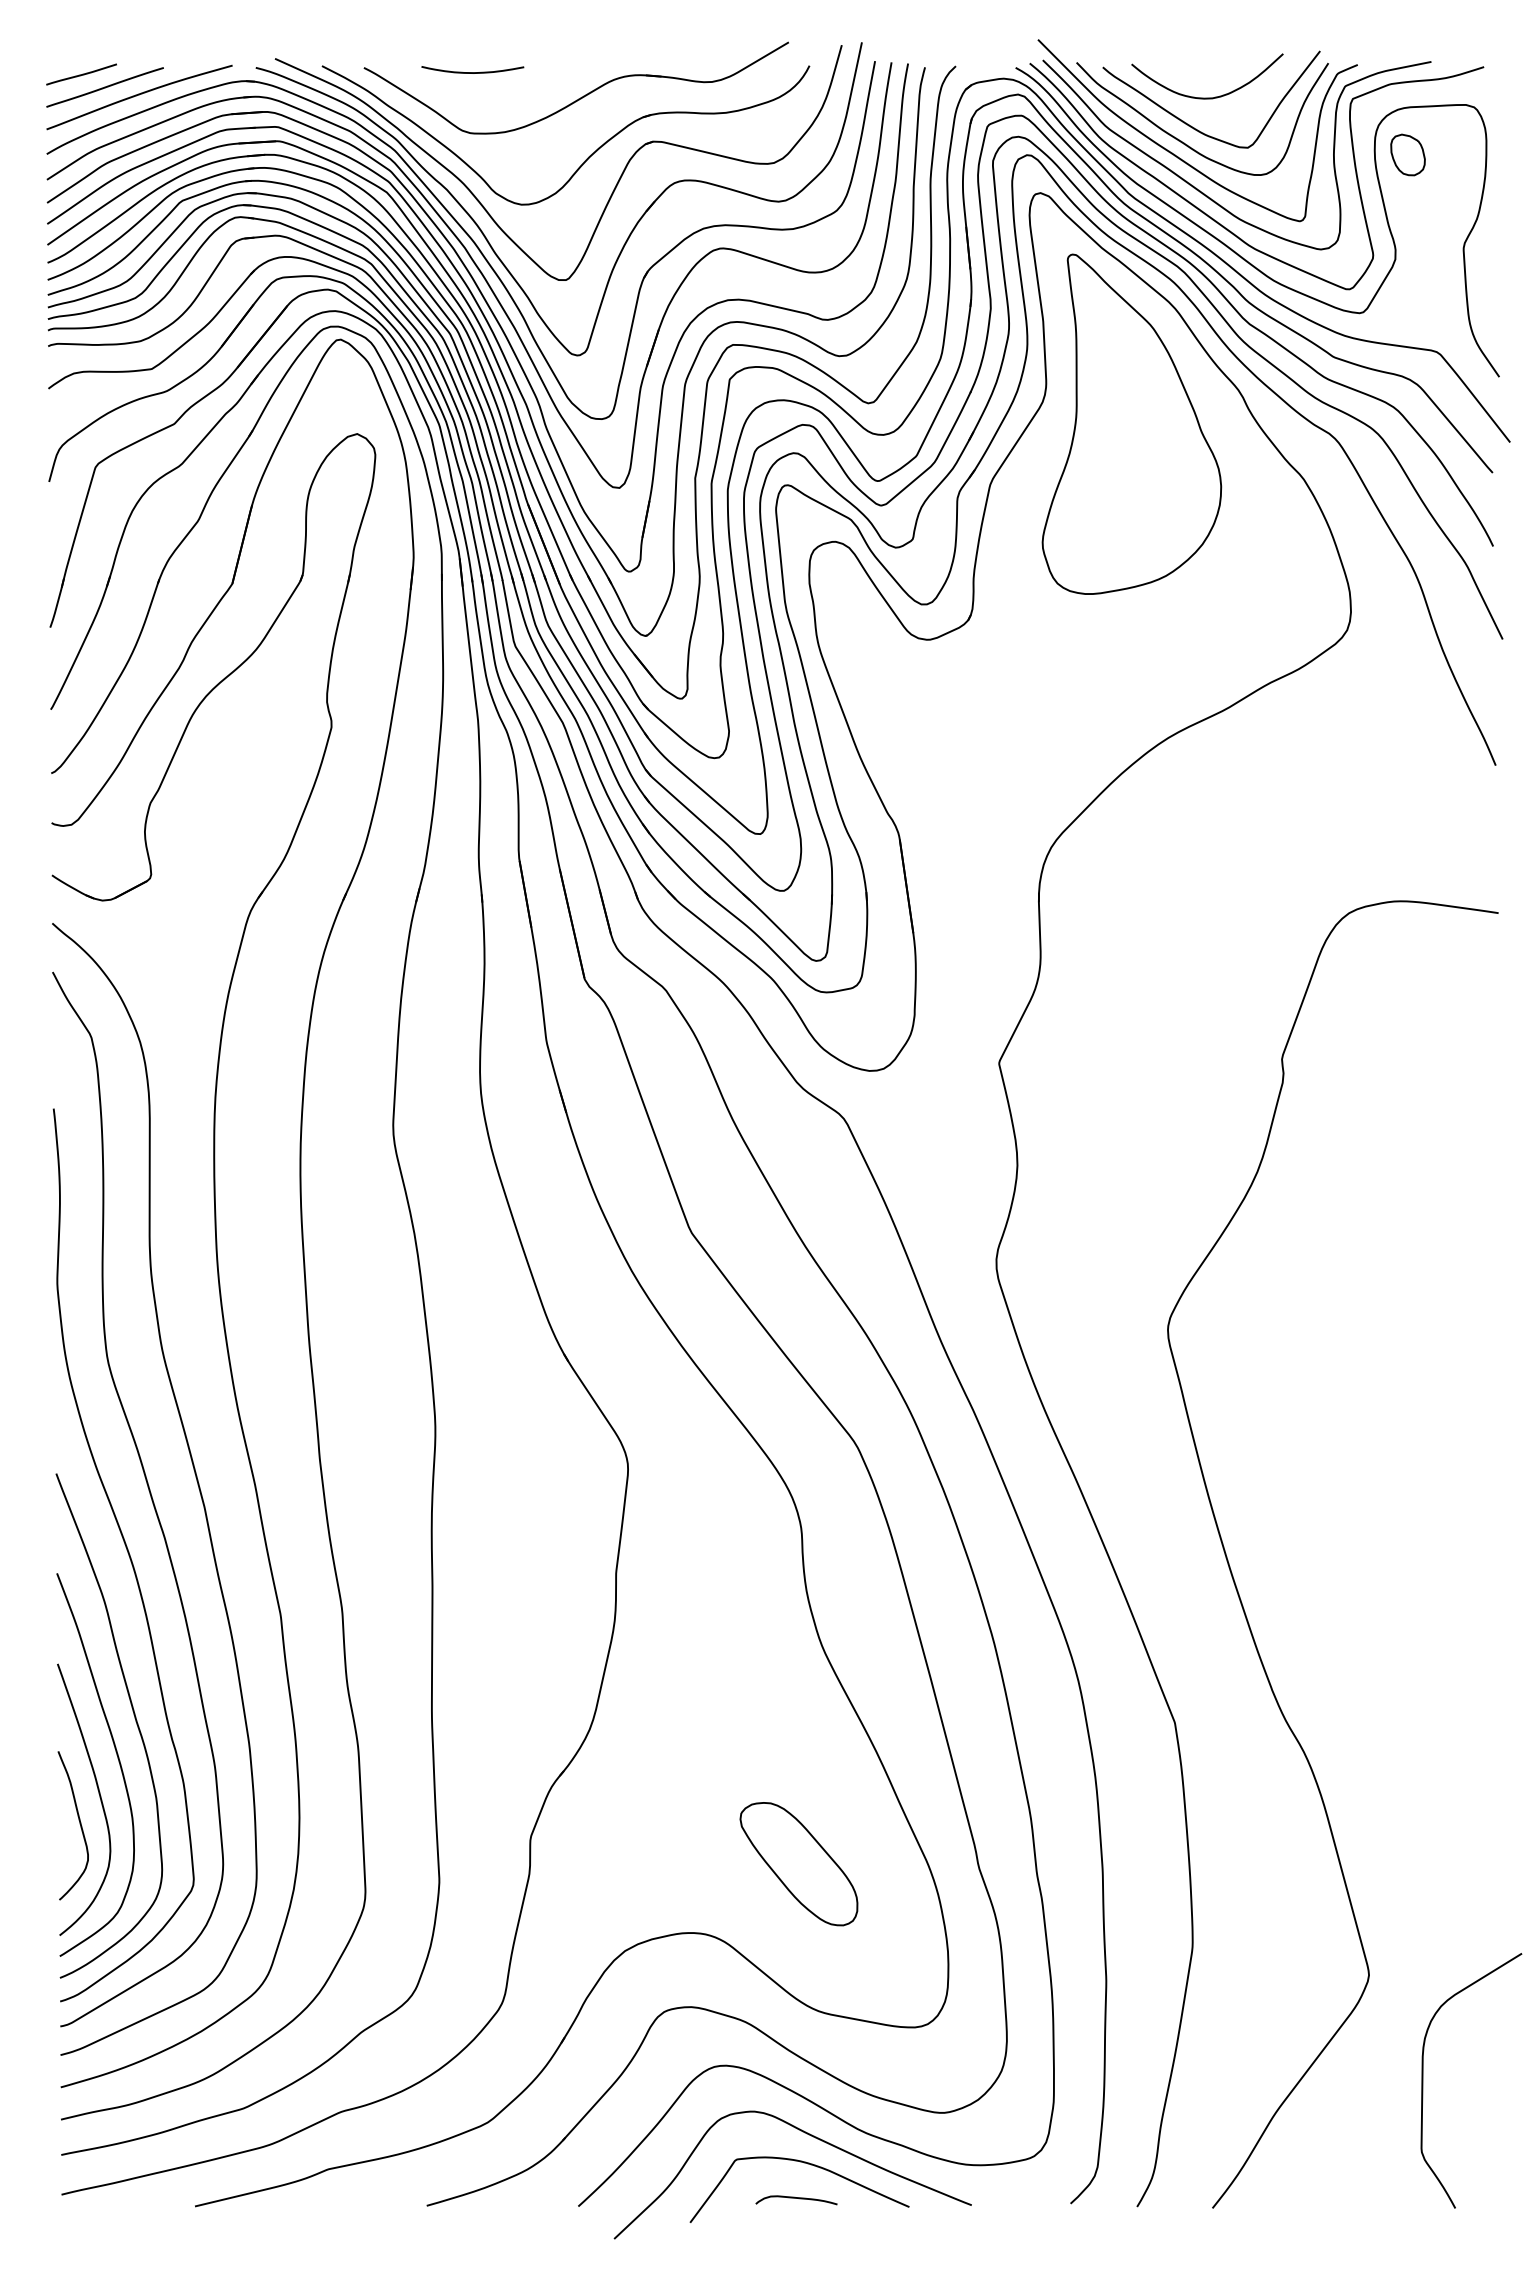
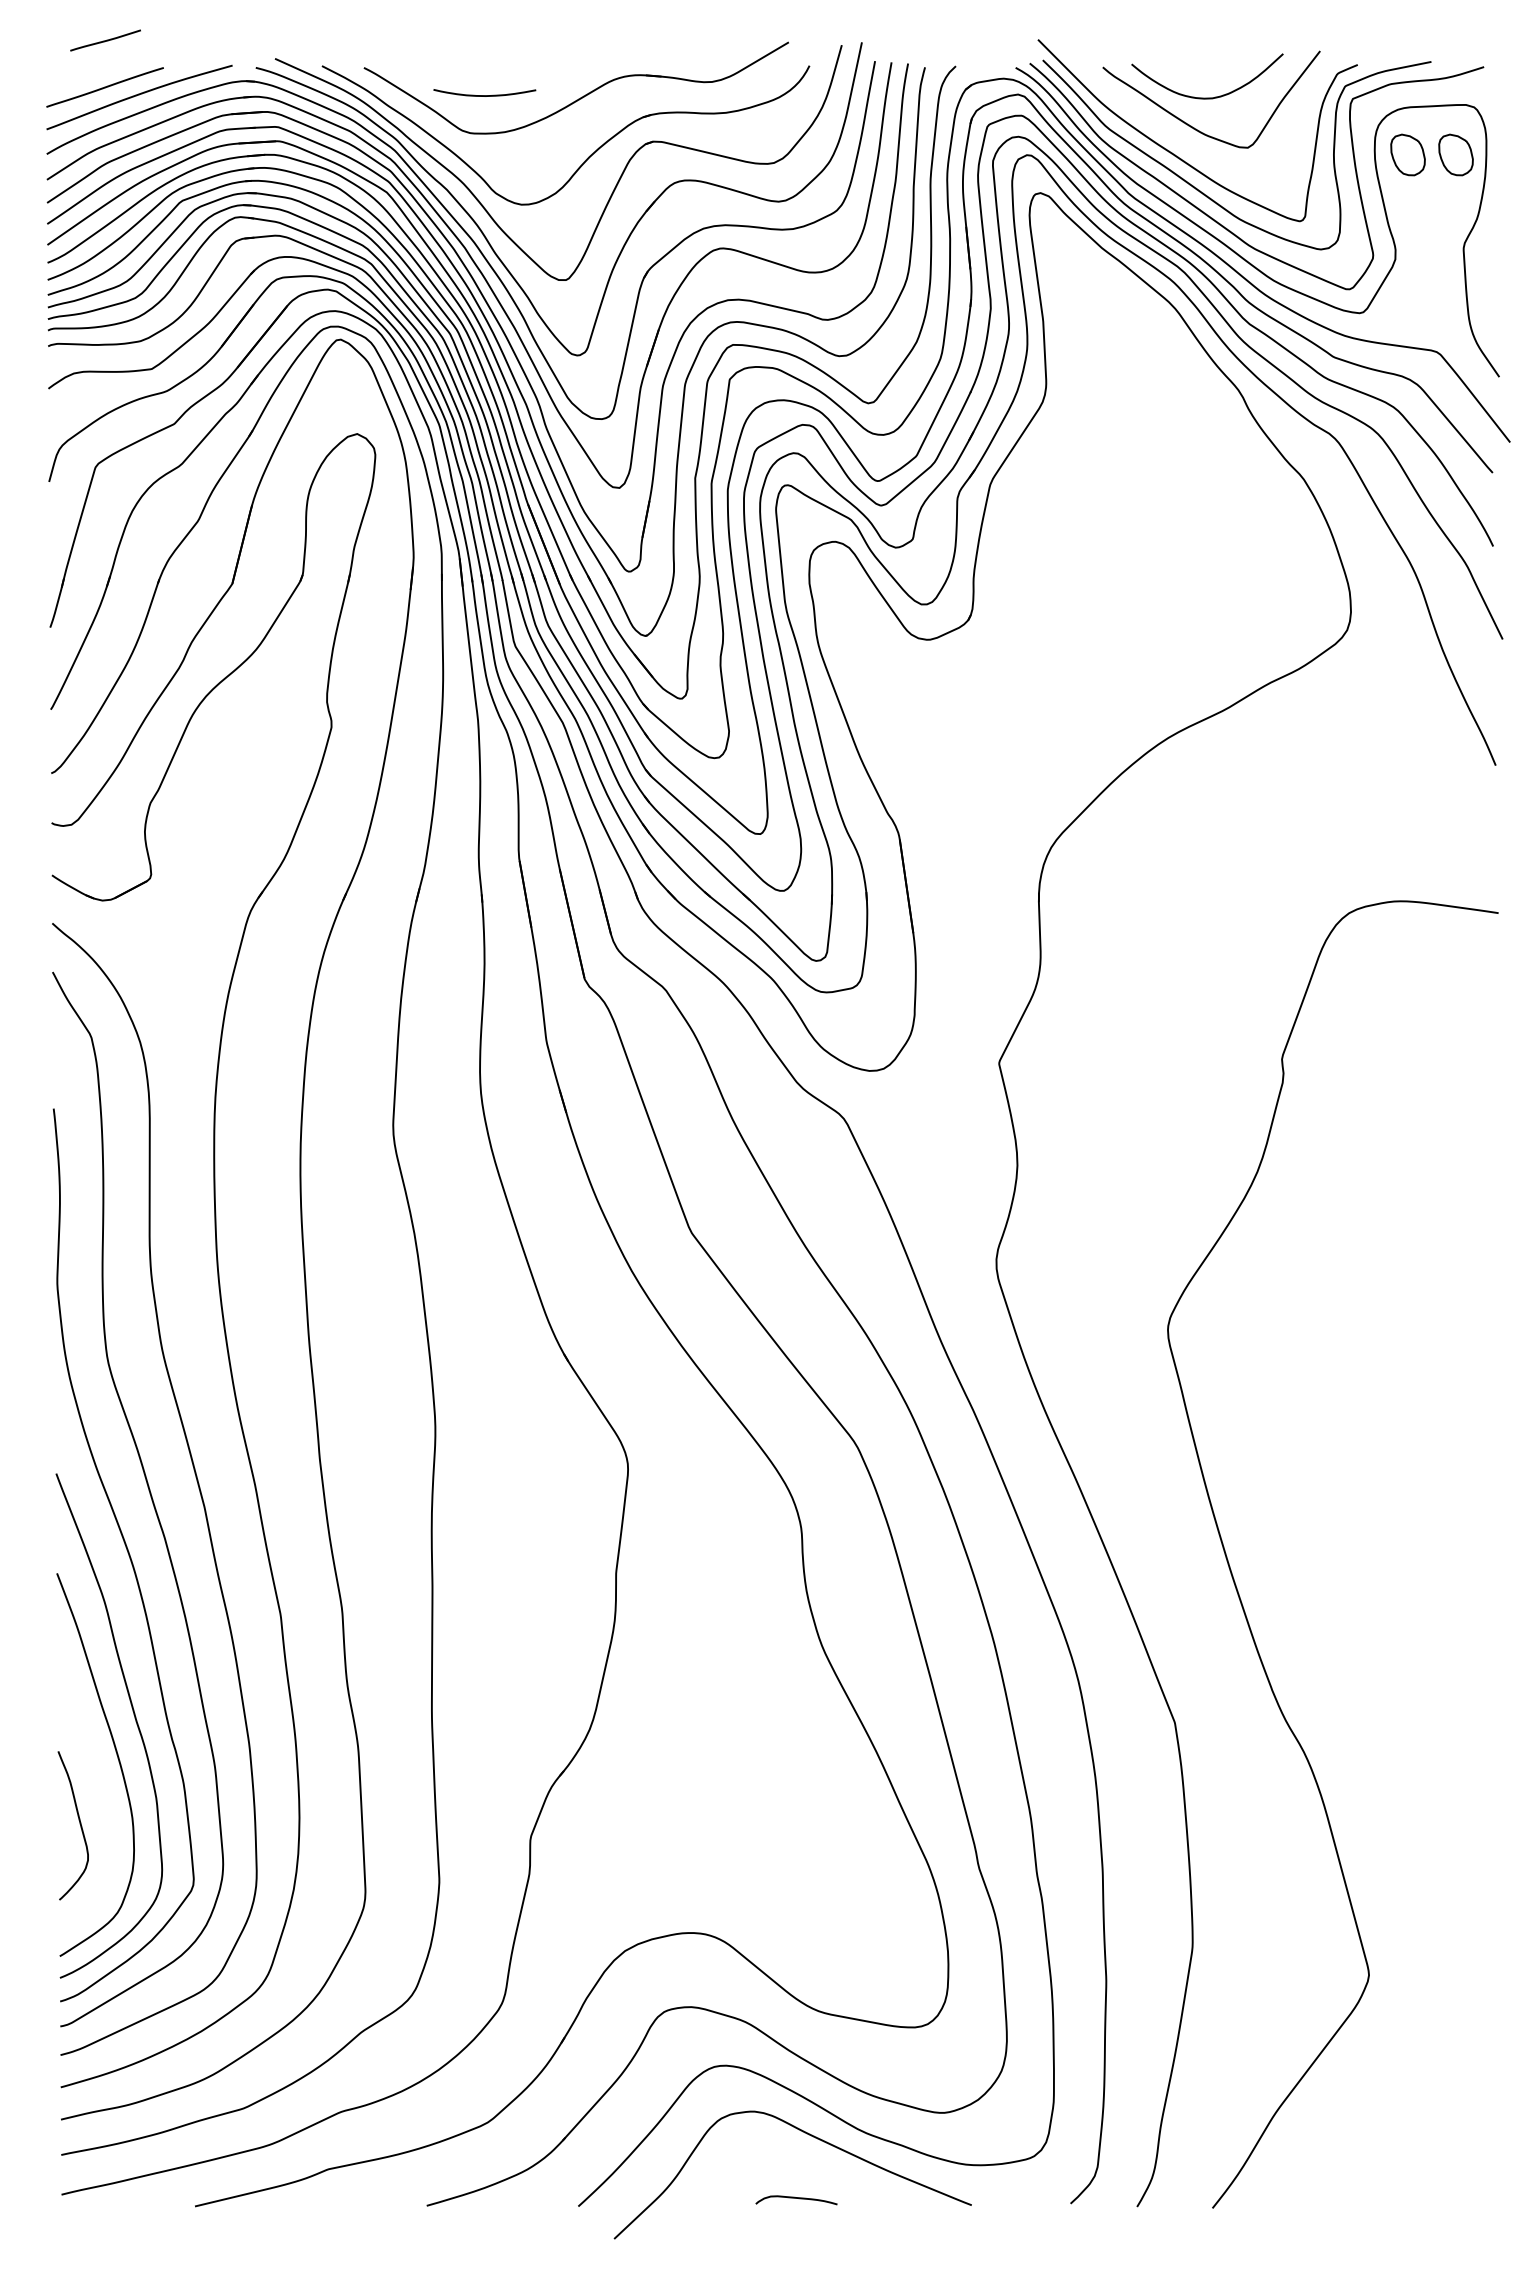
curve at (472, 72) position: (472, 72) -> (484, 95)
line at (81, 74) position: (81, 74) -> (105, 40)
curve at (1184, 142): present -> none
part at (1455, 154): none -> present
part at (1131, 423): present -> none
curve at (98, 1794): present -> none
part at (798, 1864): present -> none
curve at (1423, 2080): present -> none
curve at (807, 2164): present -> none
